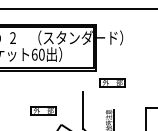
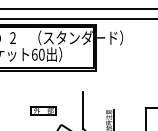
line at (78, 19): none -> present
part at (112, 82): present -> none
